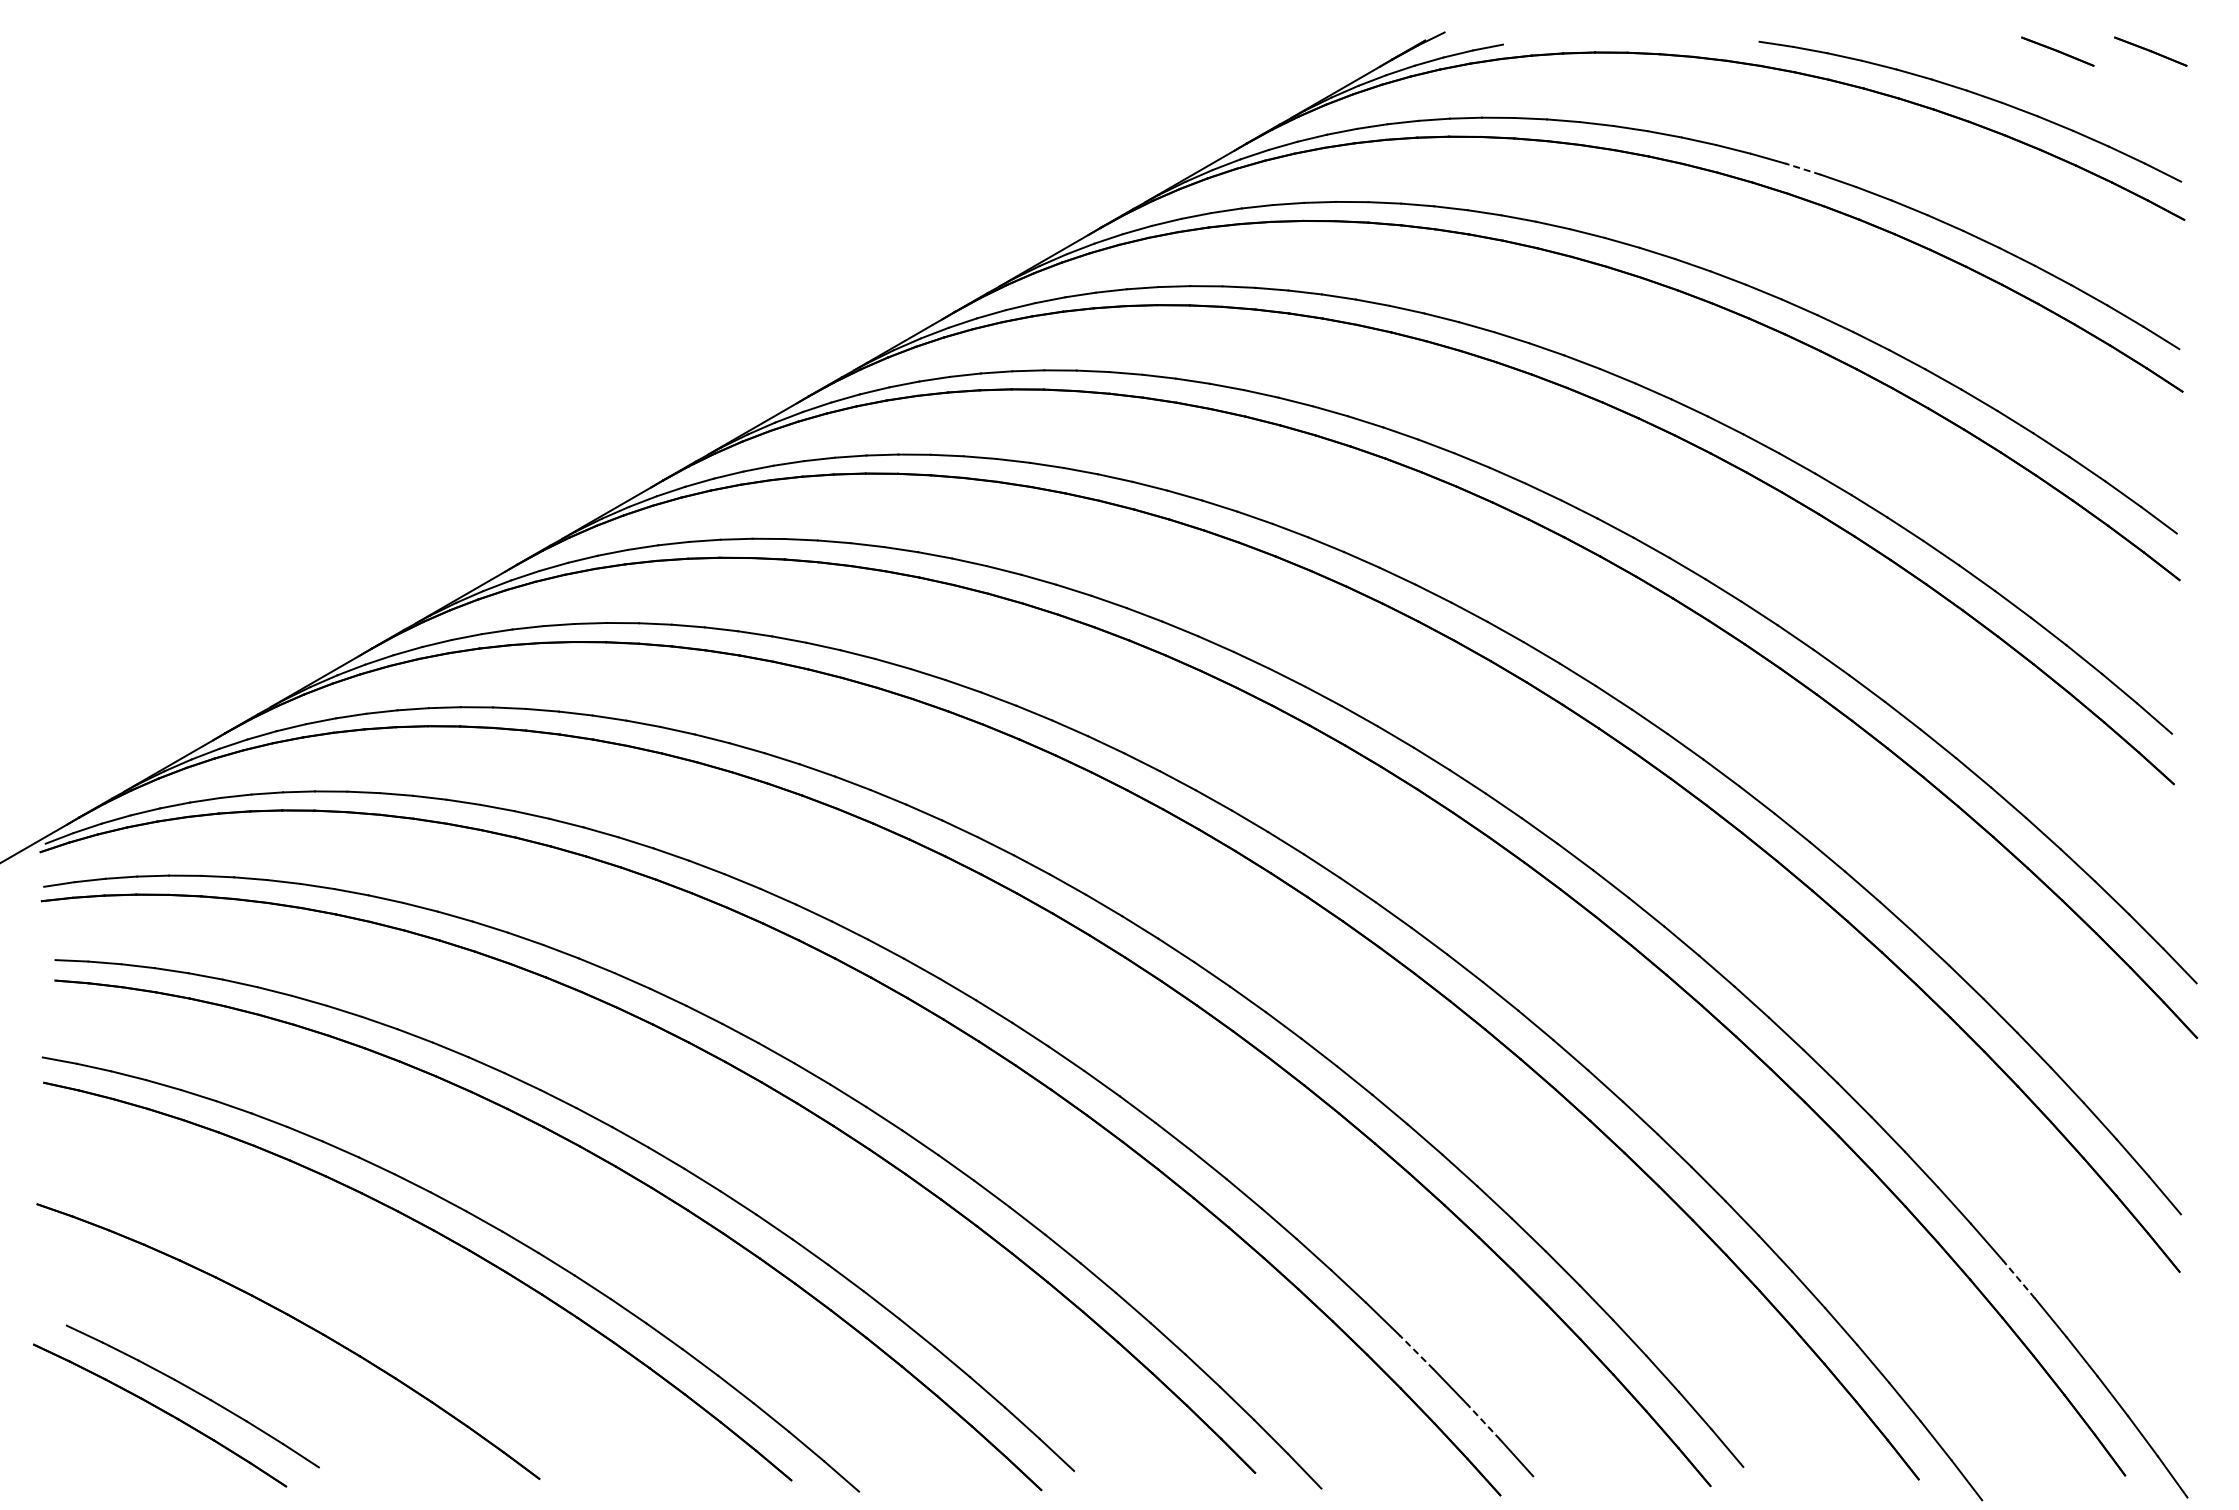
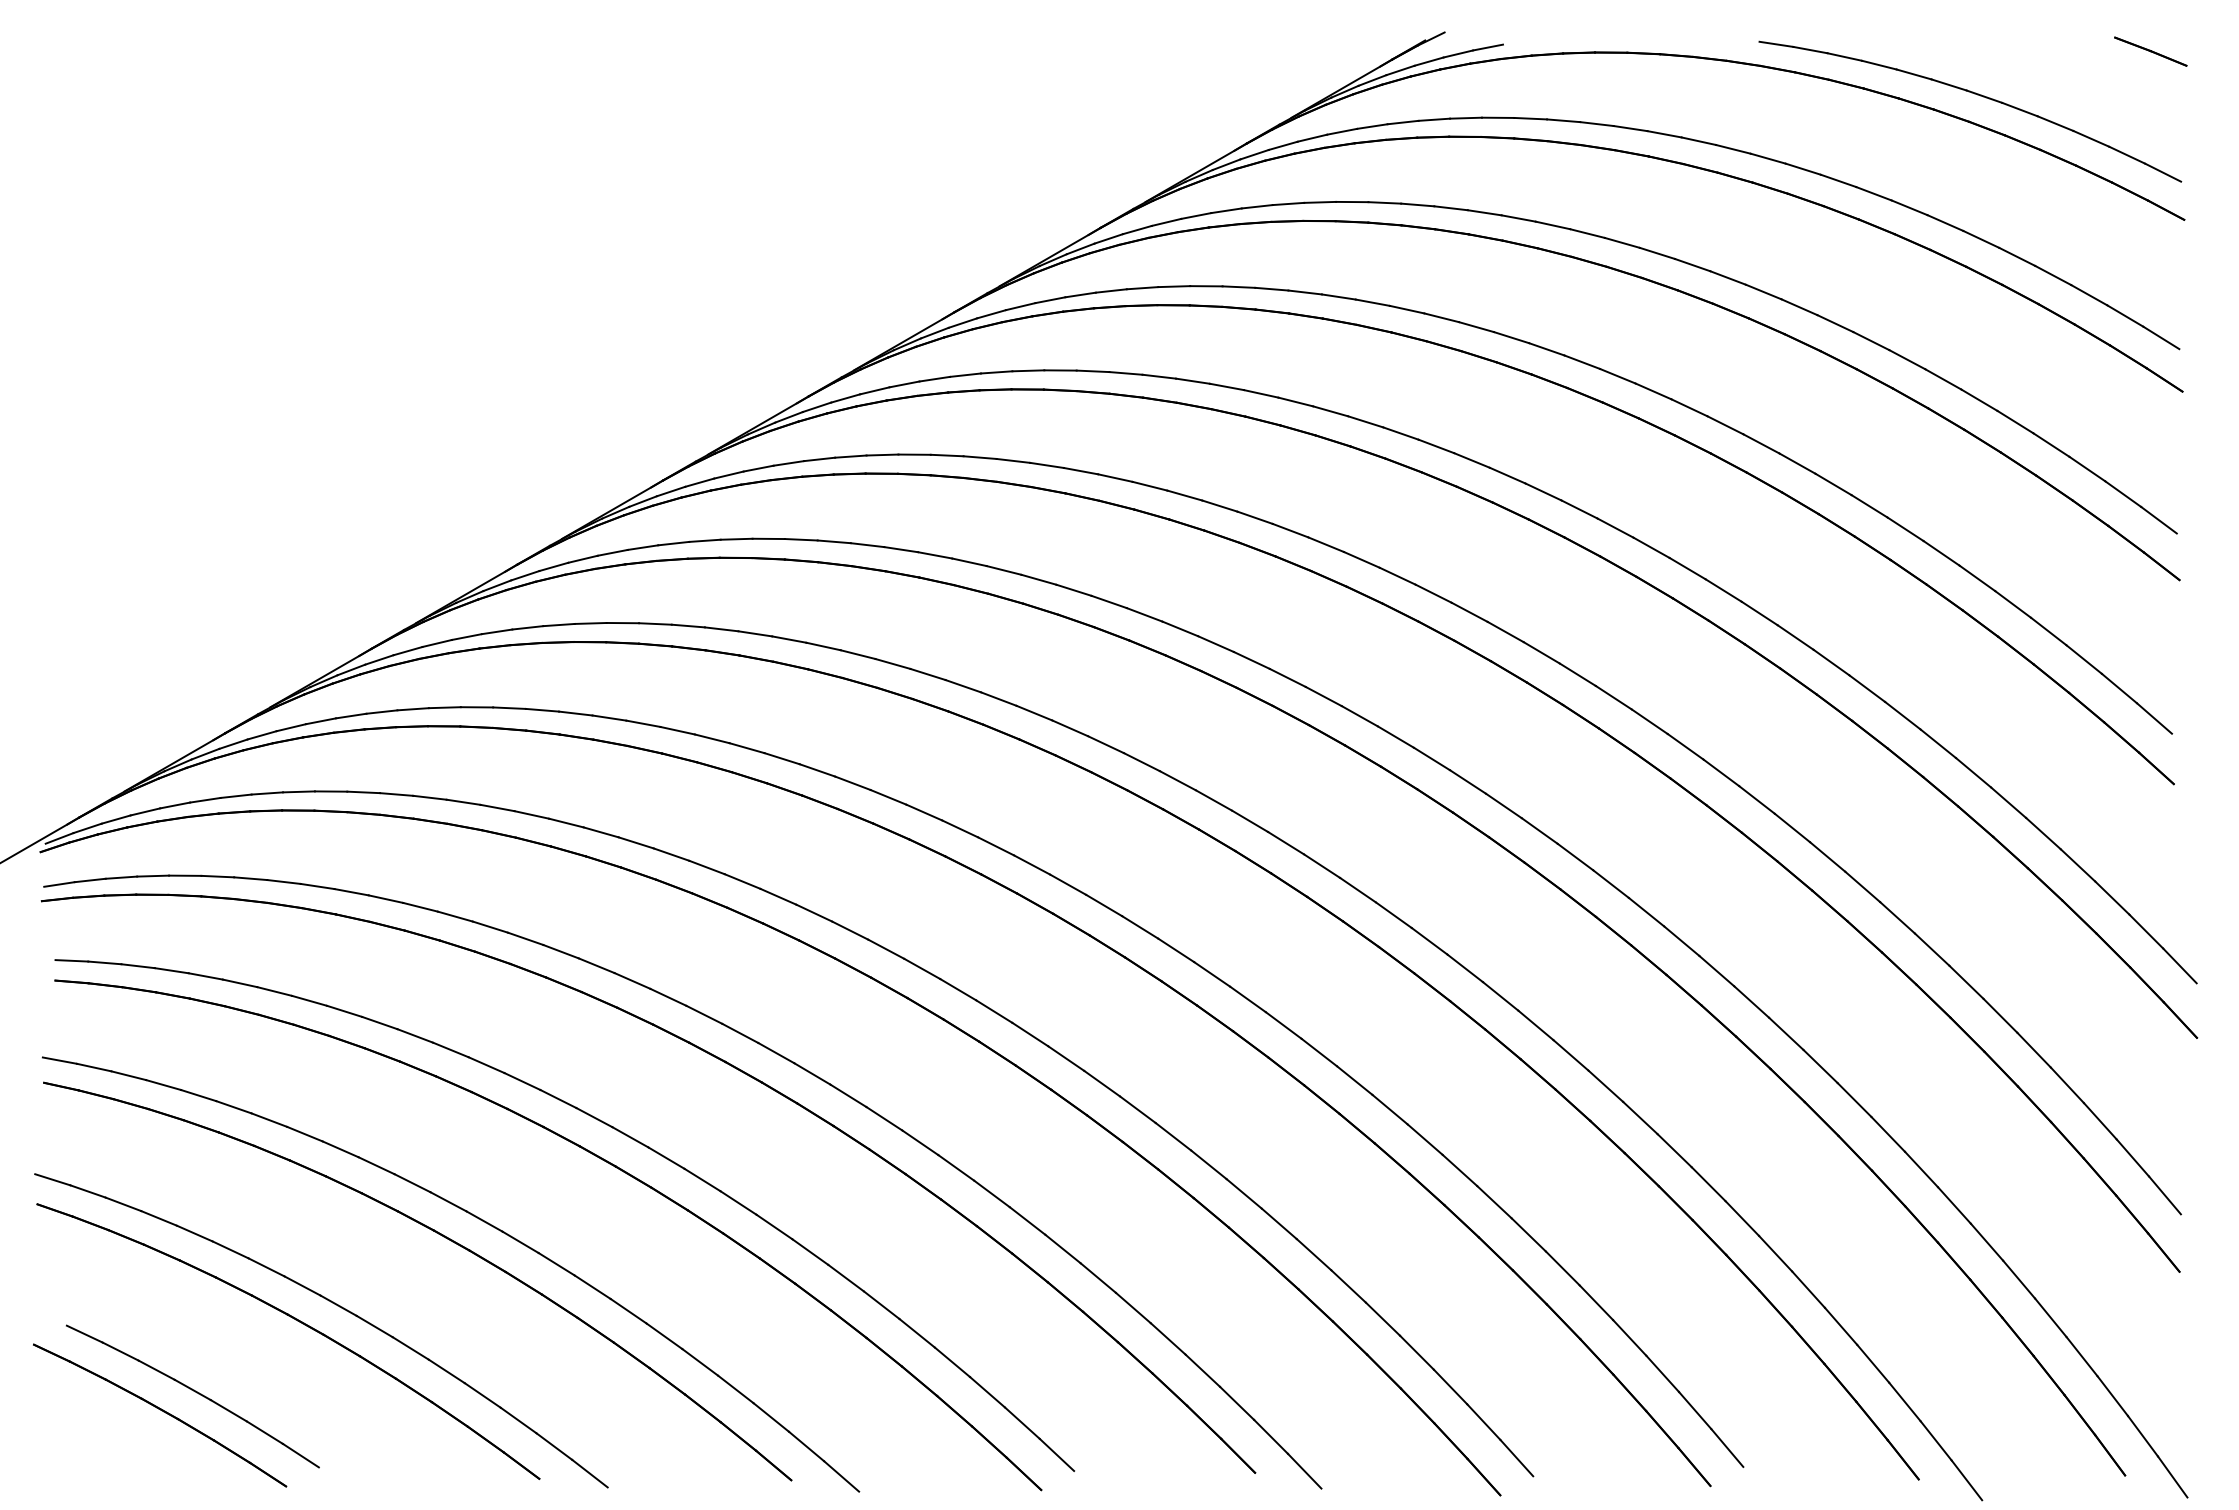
line at (2057, 51): present -> none
line at (1802, 169): dashed -> solid
line at (2019, 1279): dashed -> solid
part at (337, 1306): none -> present
line at (1416, 1352): dashed -> solid
line at (1483, 1421): dashed -> solid
